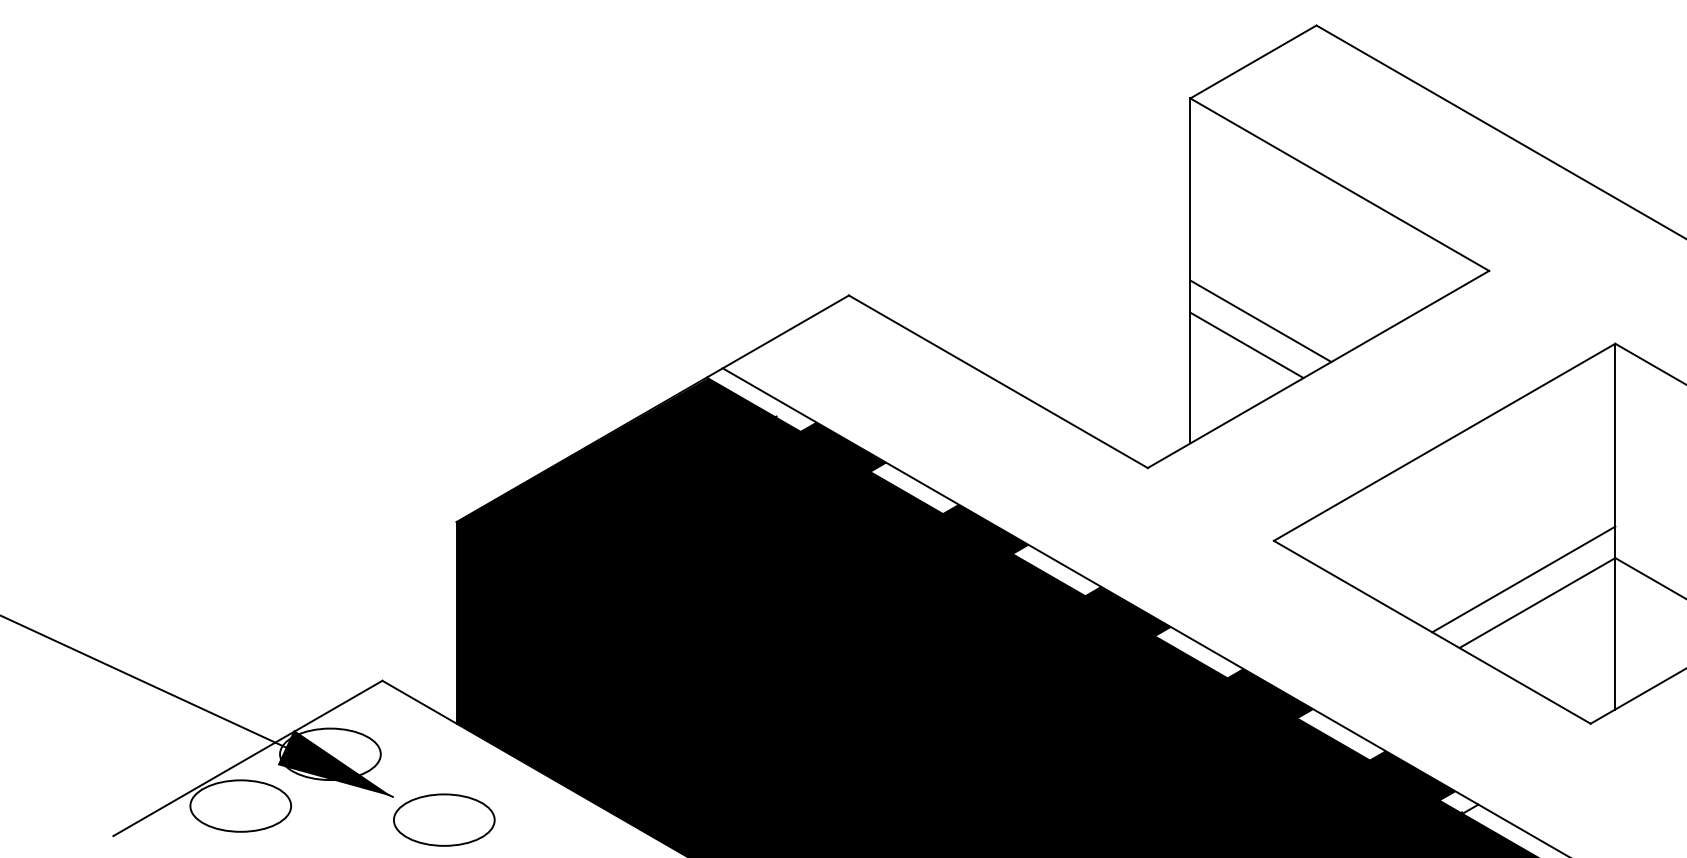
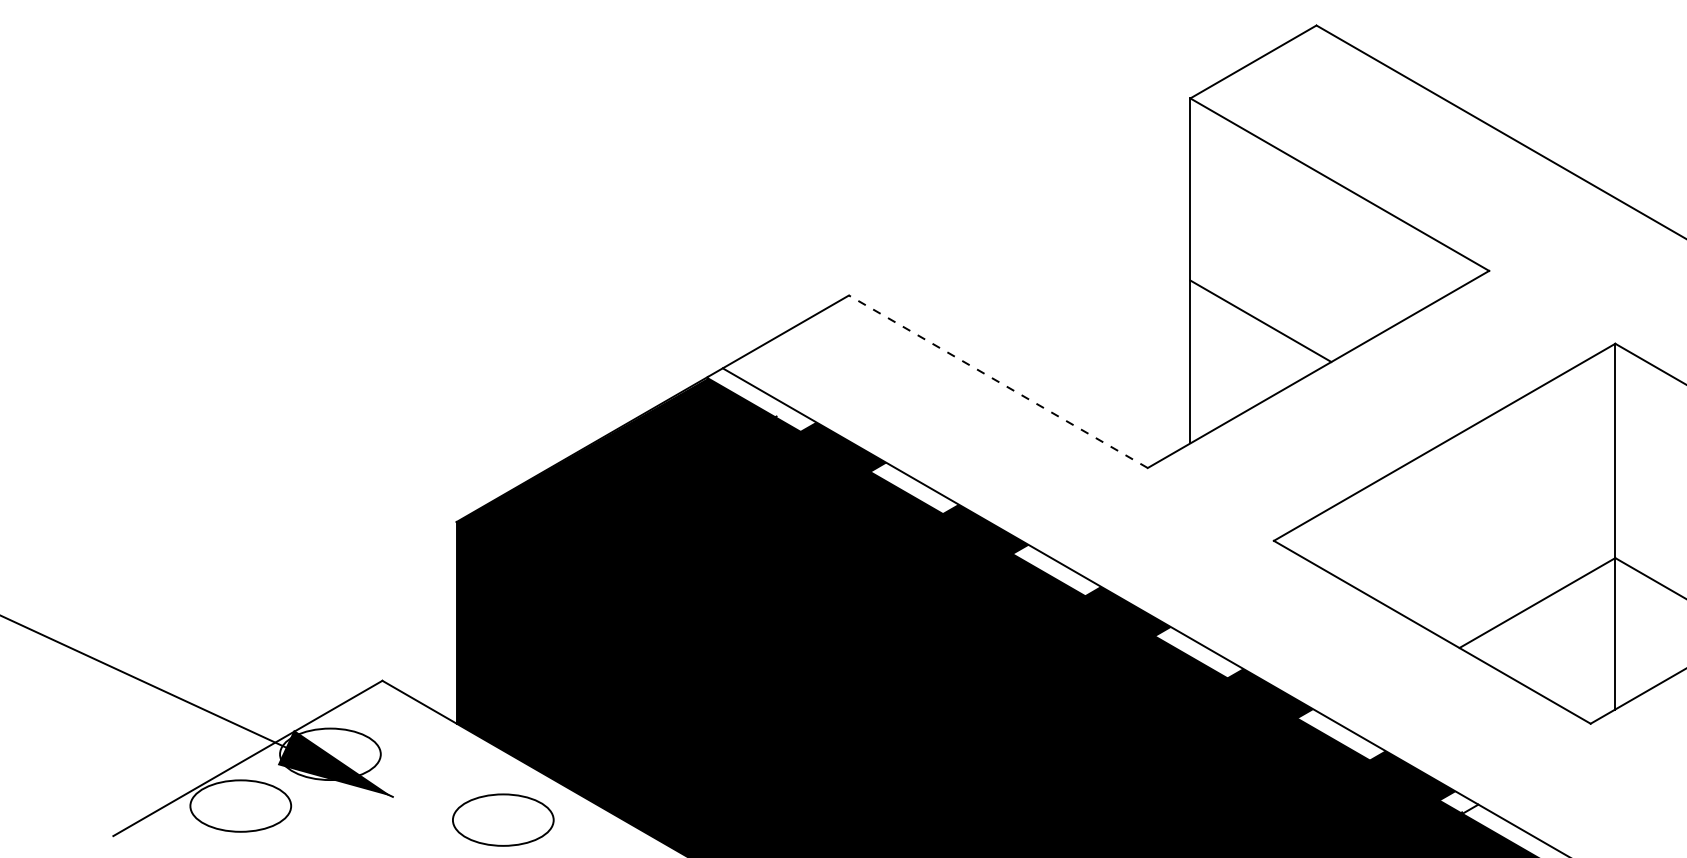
line at (1246, 345): present -> none
line at (998, 381): solid -> dashed
line at (1523, 579): present -> none
part at (444, 819) position: (444, 819) -> (503, 819)
